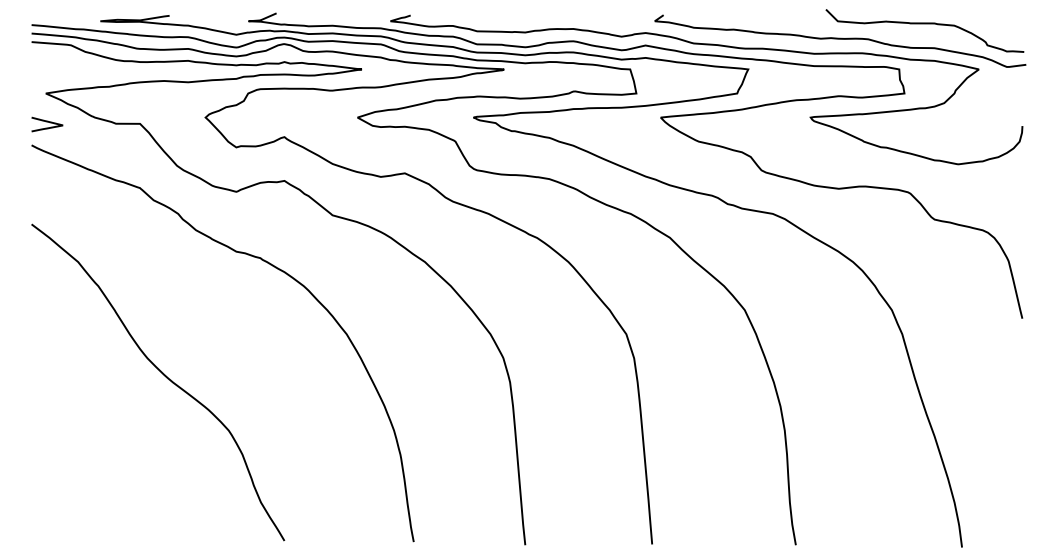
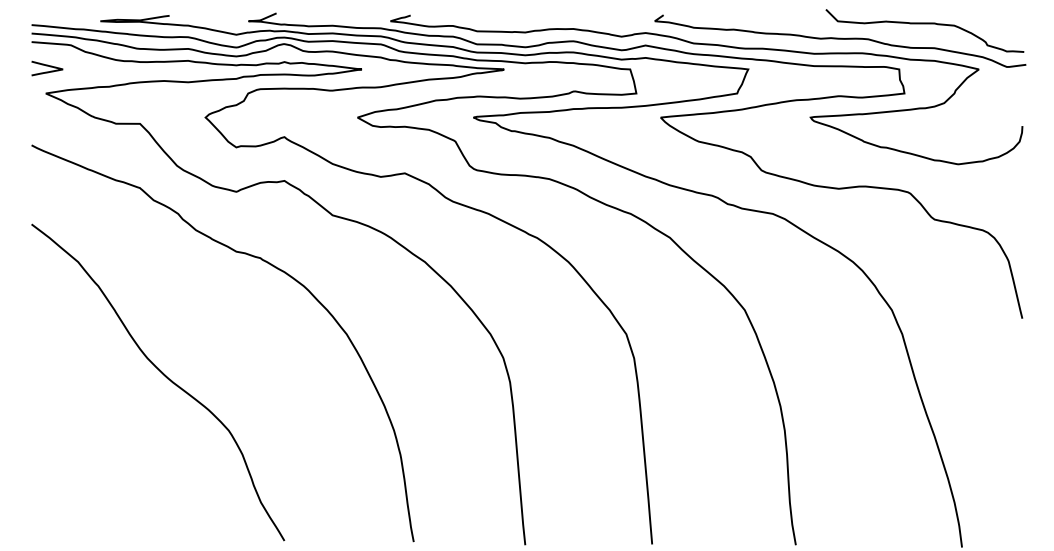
curve at (47, 122) position: (47, 122) -> (47, 66)
